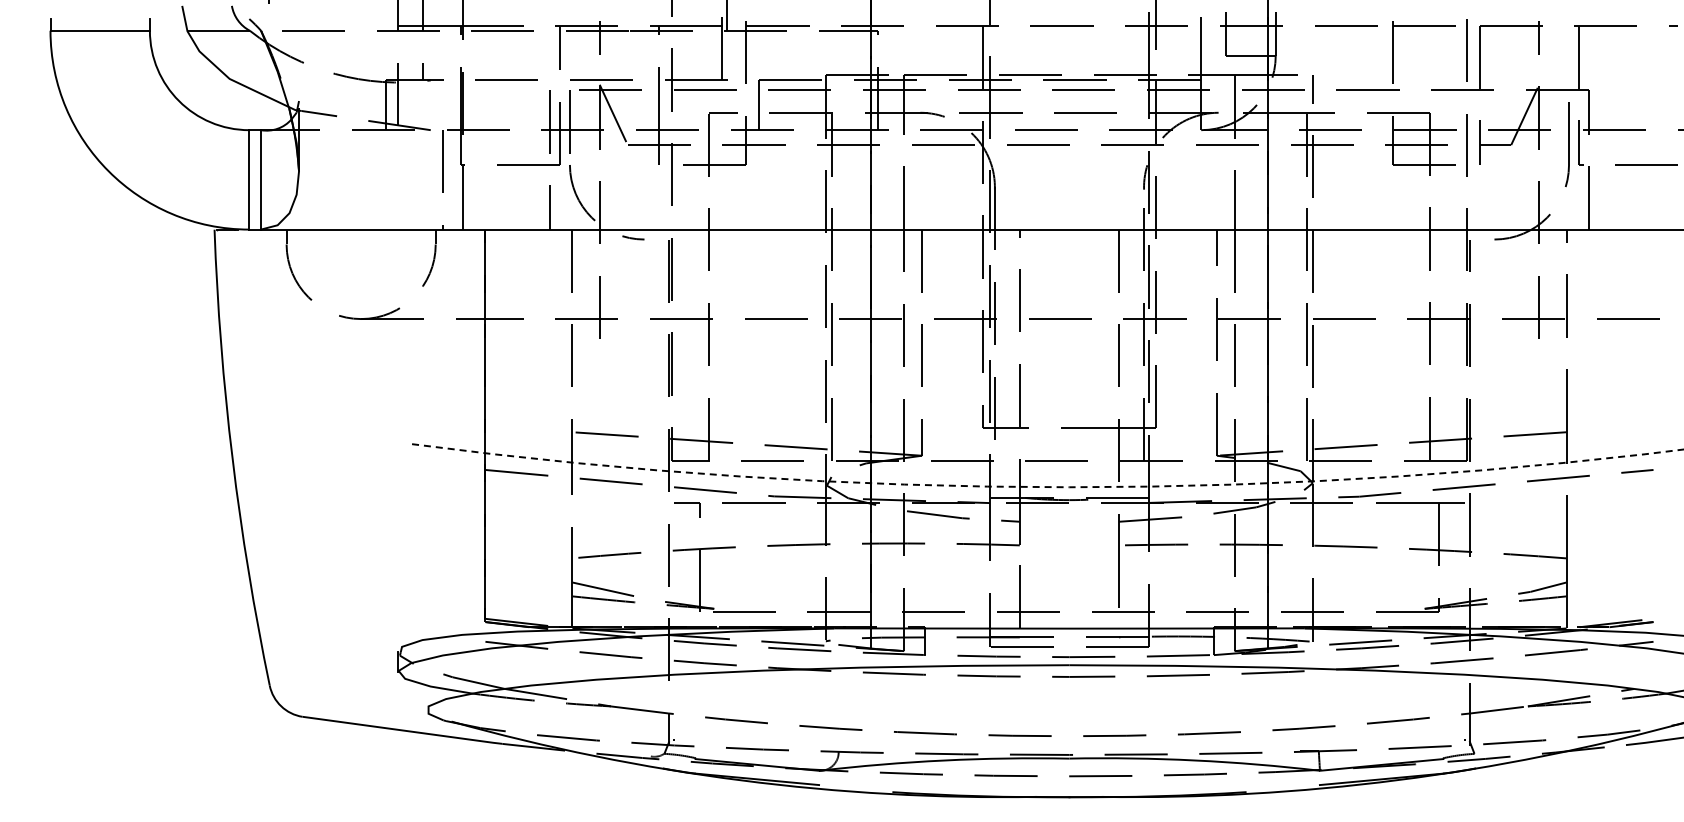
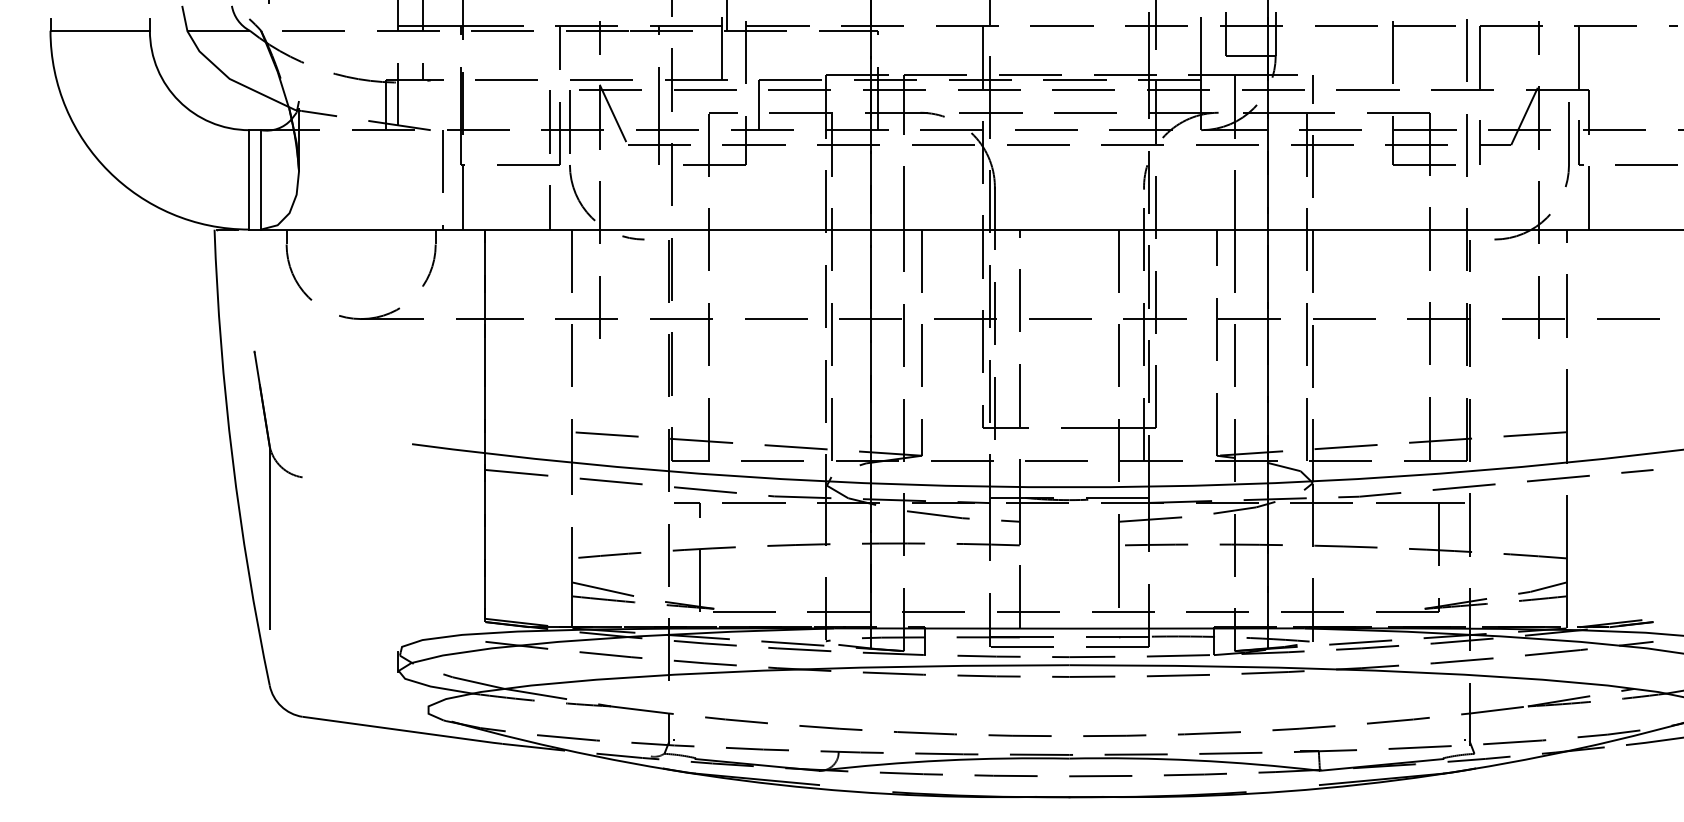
arc at (1047, 487): dashed -> solid
part at (270, 489): none -> present
